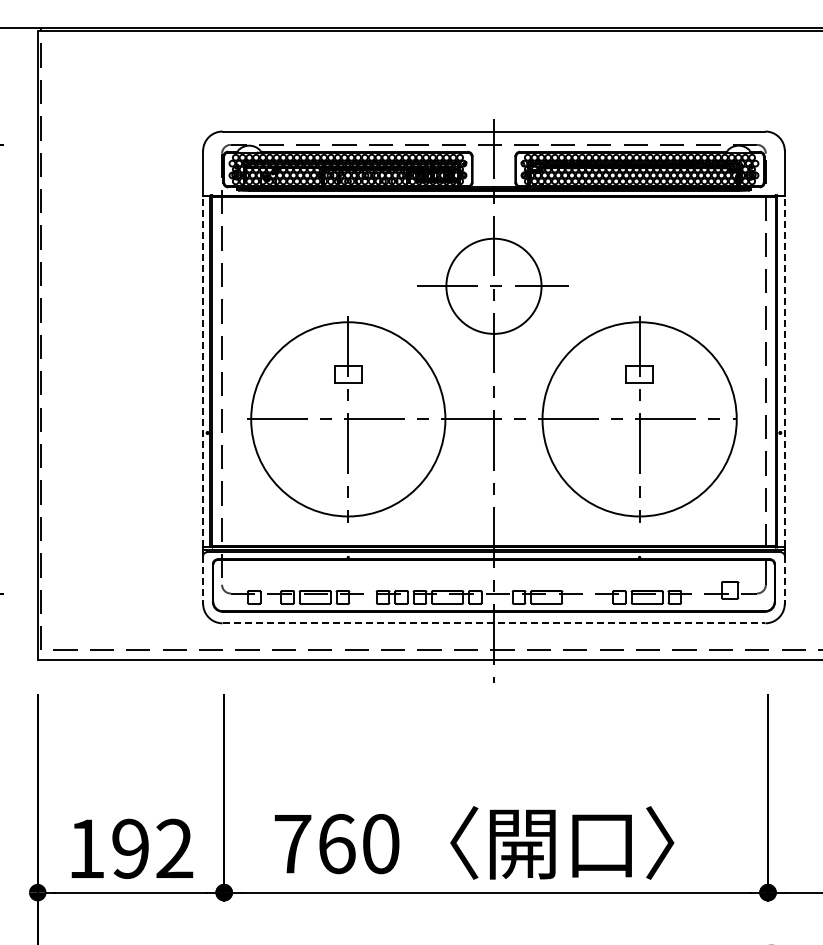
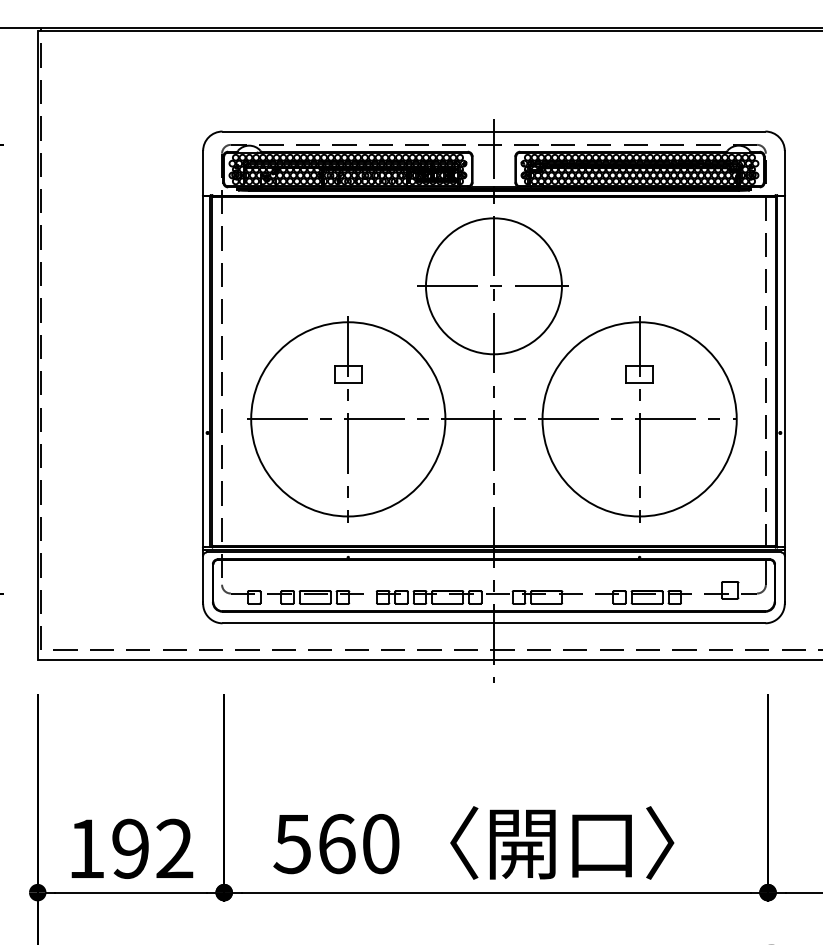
circle at (493, 285) diameter: 95 px -> 136 px
line at (202, 370): dashed -> solid
line at (785, 370): dashed -> solid
line at (203, 579): dashed -> solid
line at (784, 579): dashed -> solid
line at (494, 623): dashed -> solid
text at (292, 844): 760 -> 560
